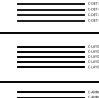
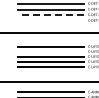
line at (50, 15): solid -> dashed
line at (51, 20): present -> none
line at (51, 51): present -> none
